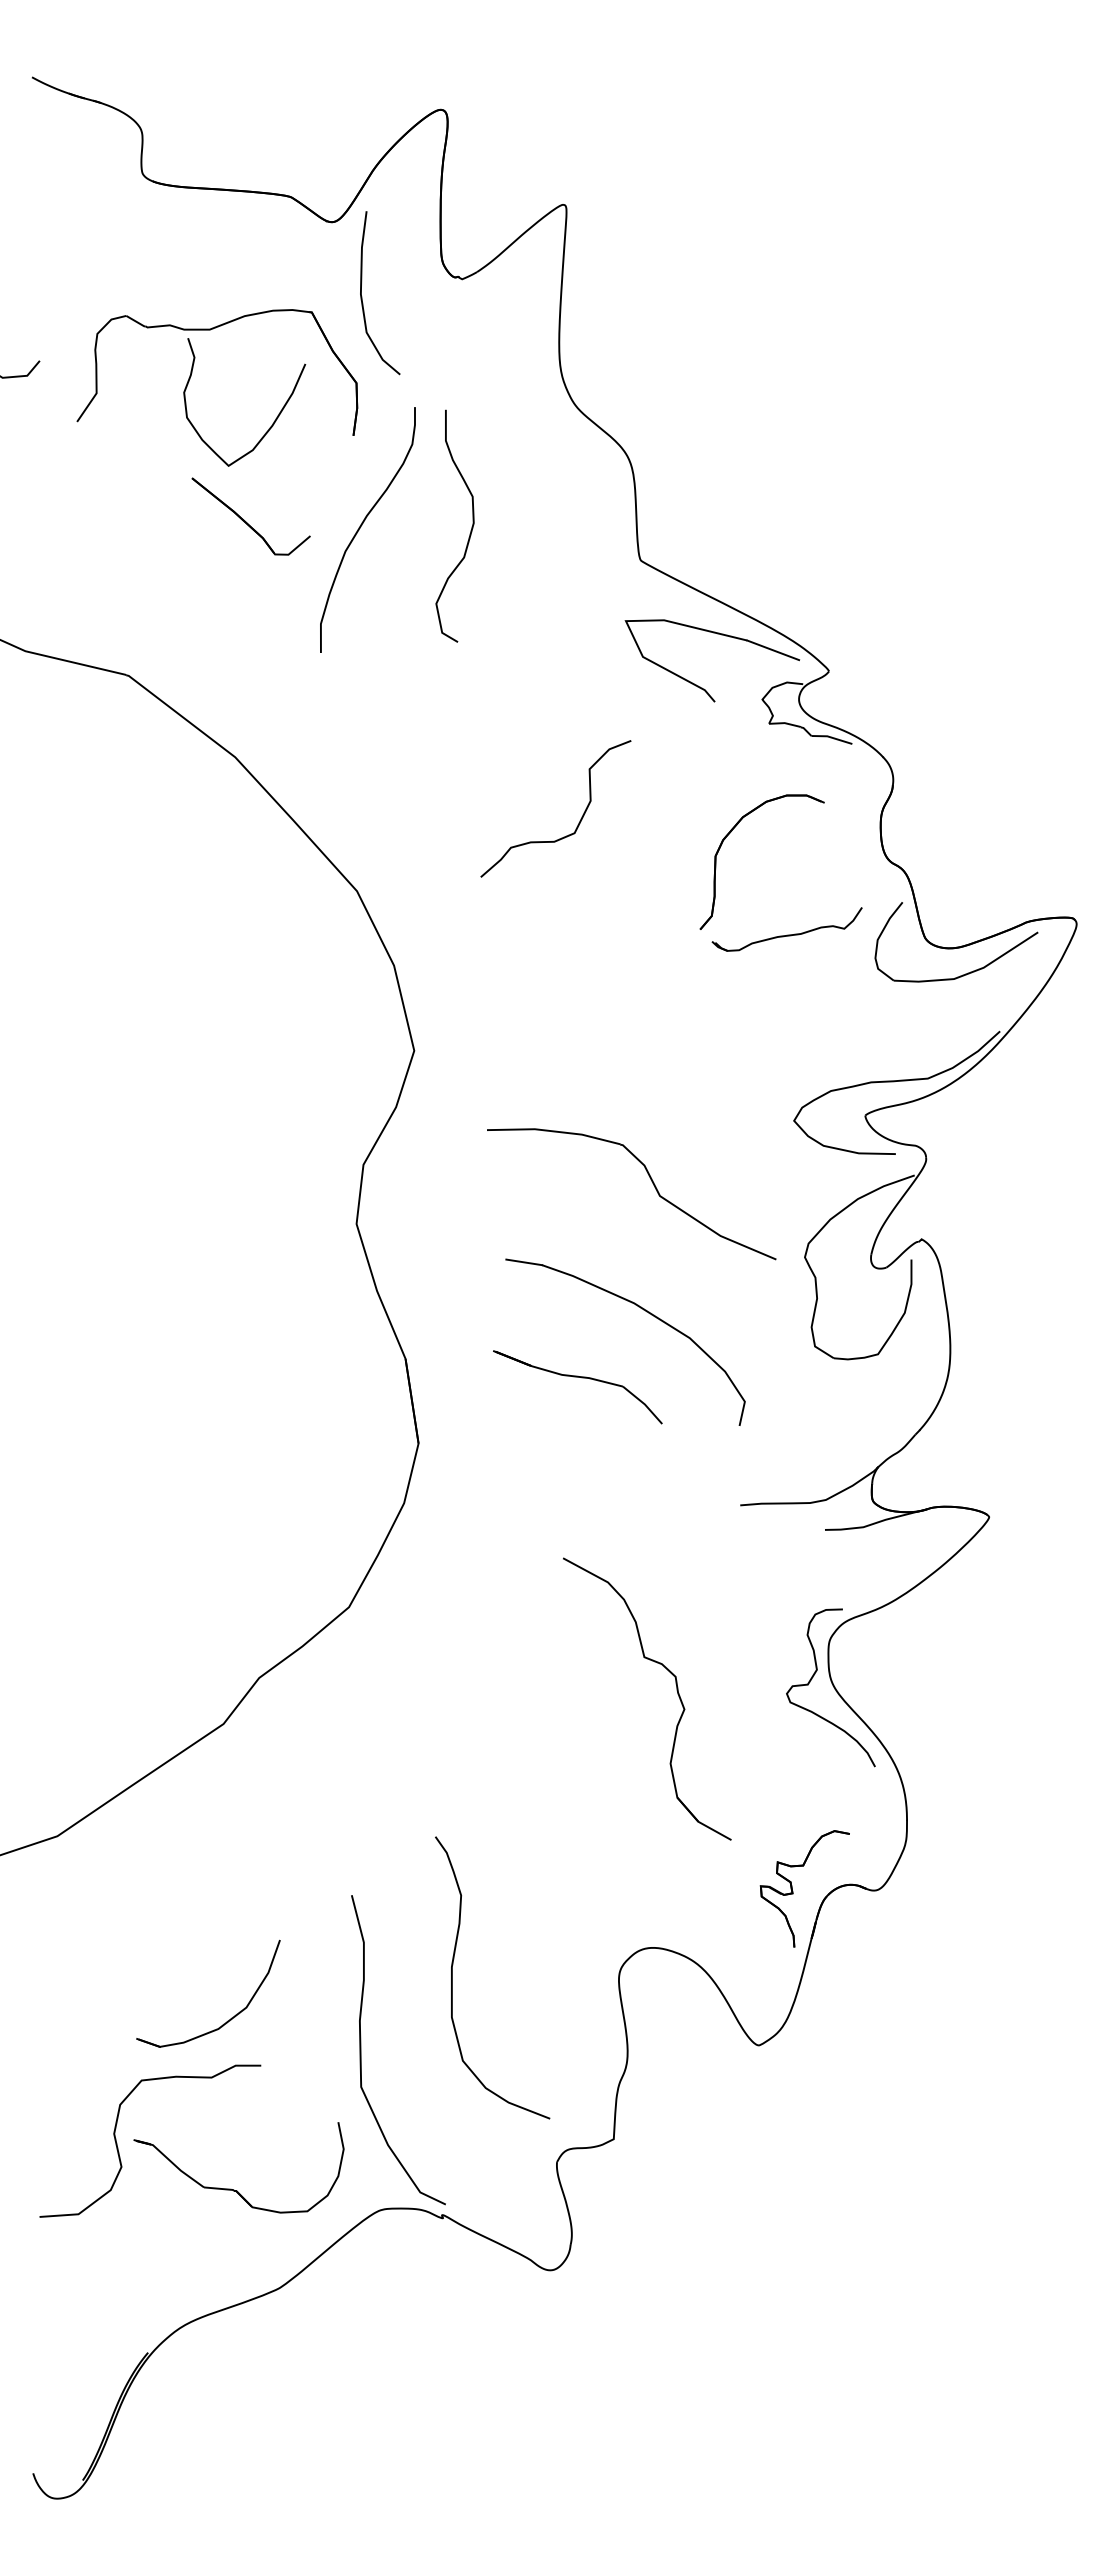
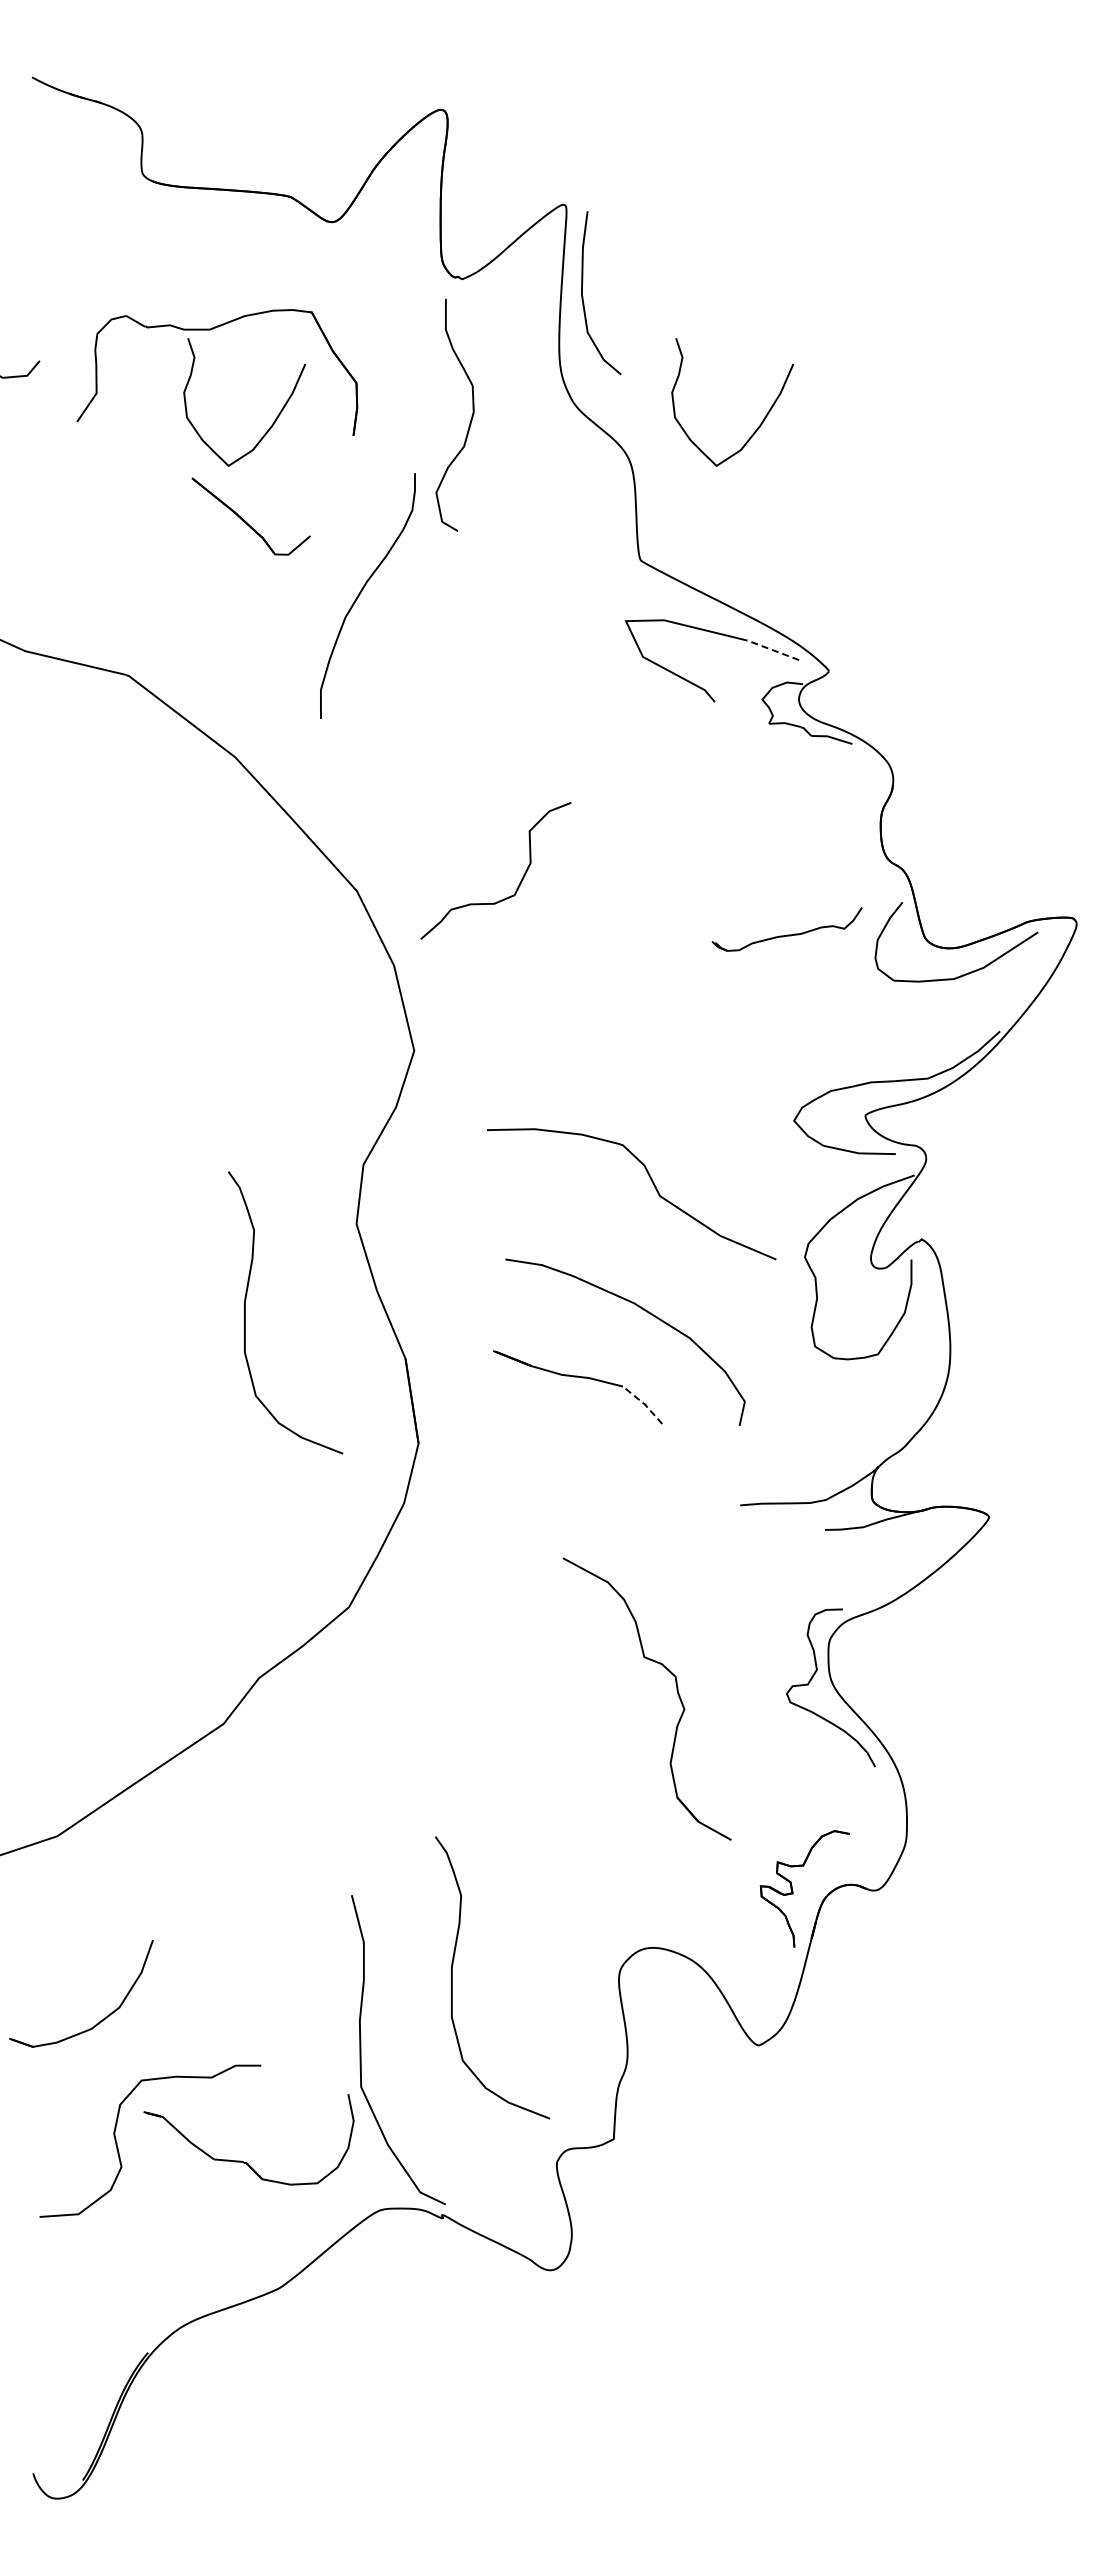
curve at (362, 296) position: (362, 296) -> (583, 296)
curve at (761, 421): none -> present
curve at (362, 525) position: (362, 525) -> (362, 591)
curve at (470, 530) position: (470, 530) -> (470, 419)
line at (773, 650): solid -> dashed
curve at (579, 820) position: (579, 820) -> (519, 882)
part at (731, 832): present -> none
curve at (245, 1312): none -> present
line at (644, 1404): solid -> dashed
part at (227, 2020) position: (227, 2020) -> (100, 2020)
part at (231, 2188) position: (231, 2188) -> (241, 2160)
